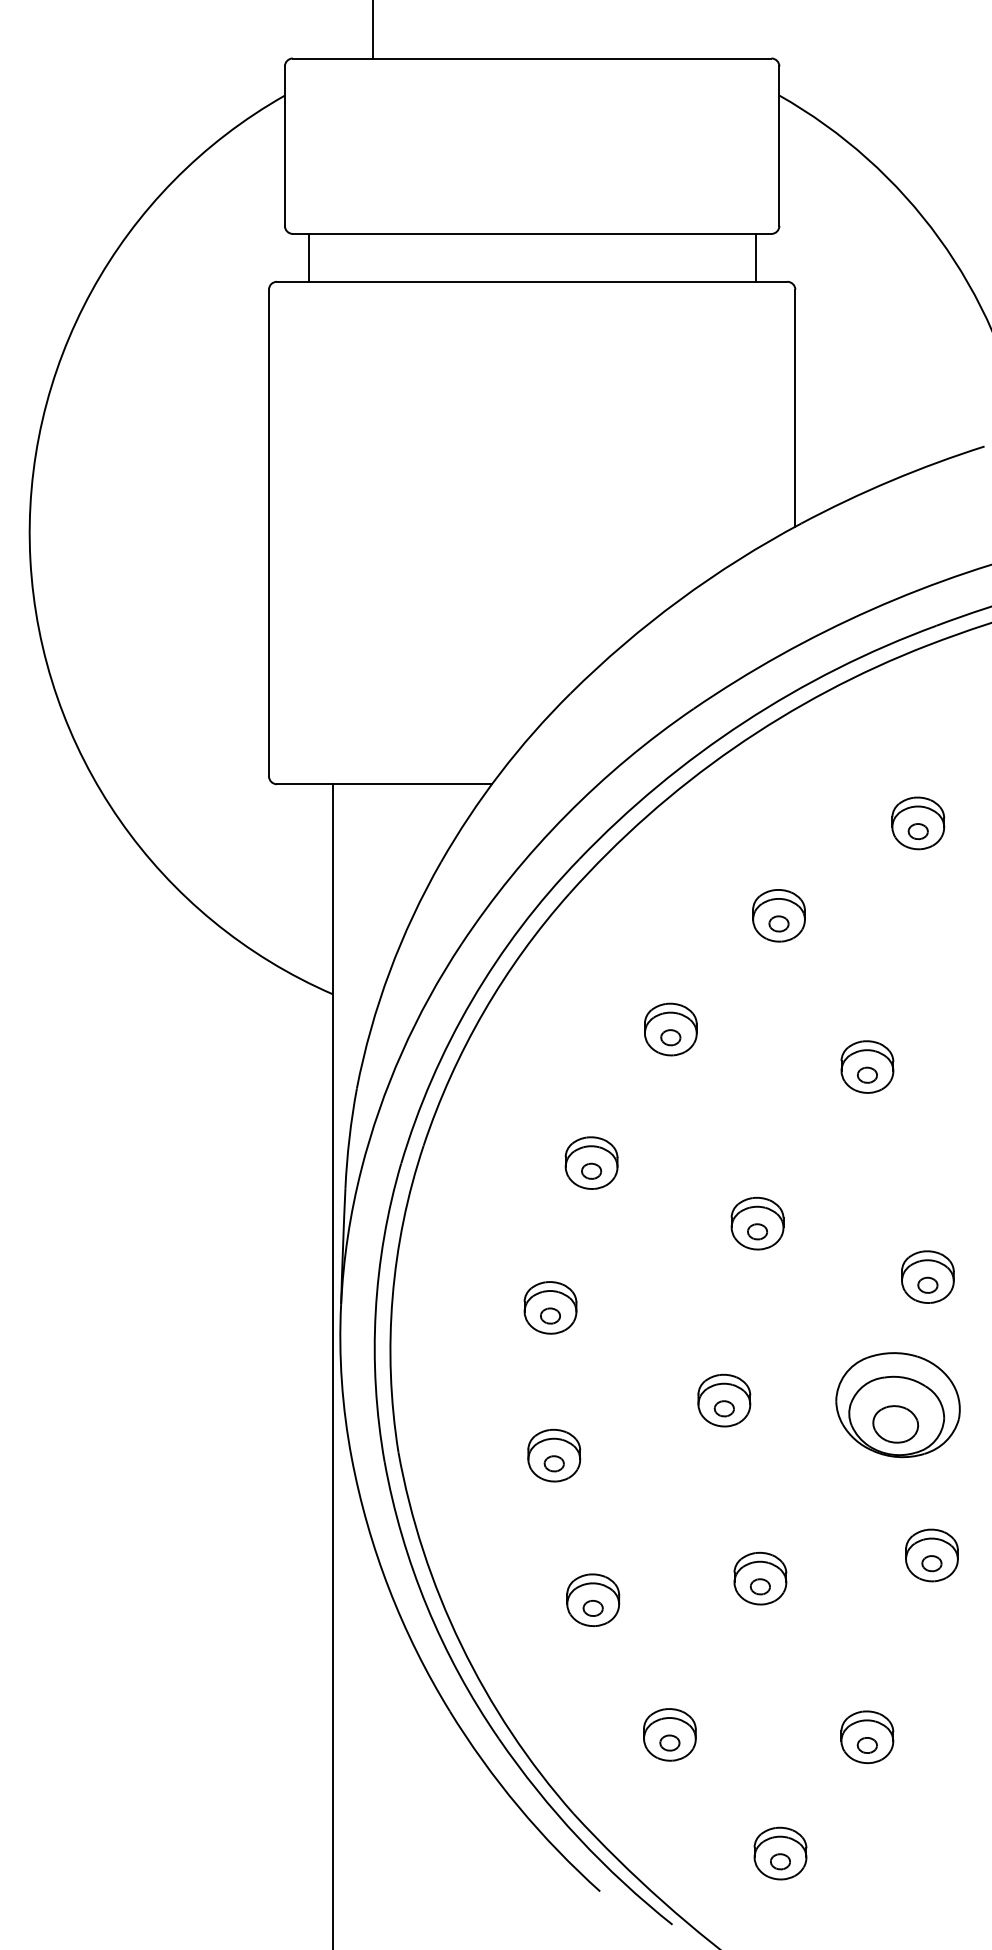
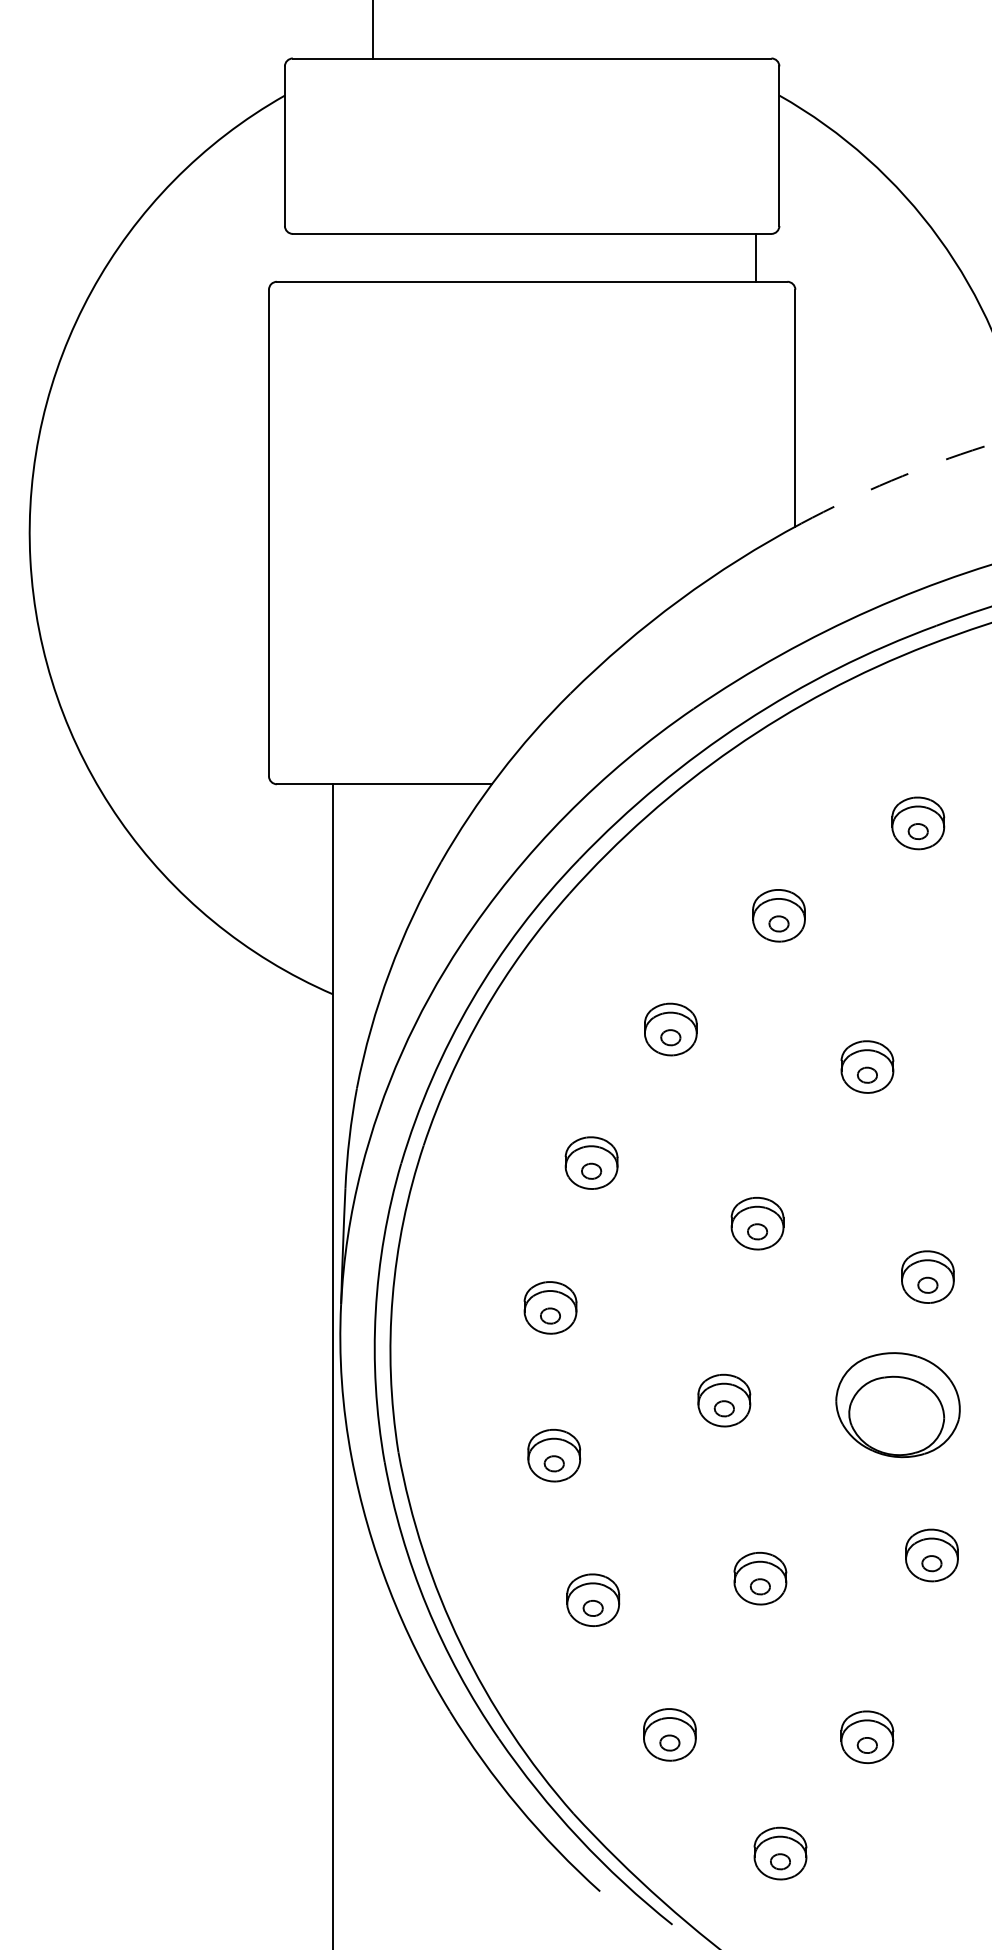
line at (308, 257): present -> none
arc at (891, 480): solid -> dashed
part at (895, 1424): present -> none
